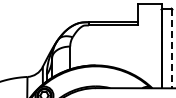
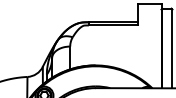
line at (171, 48): dashed -> solid
